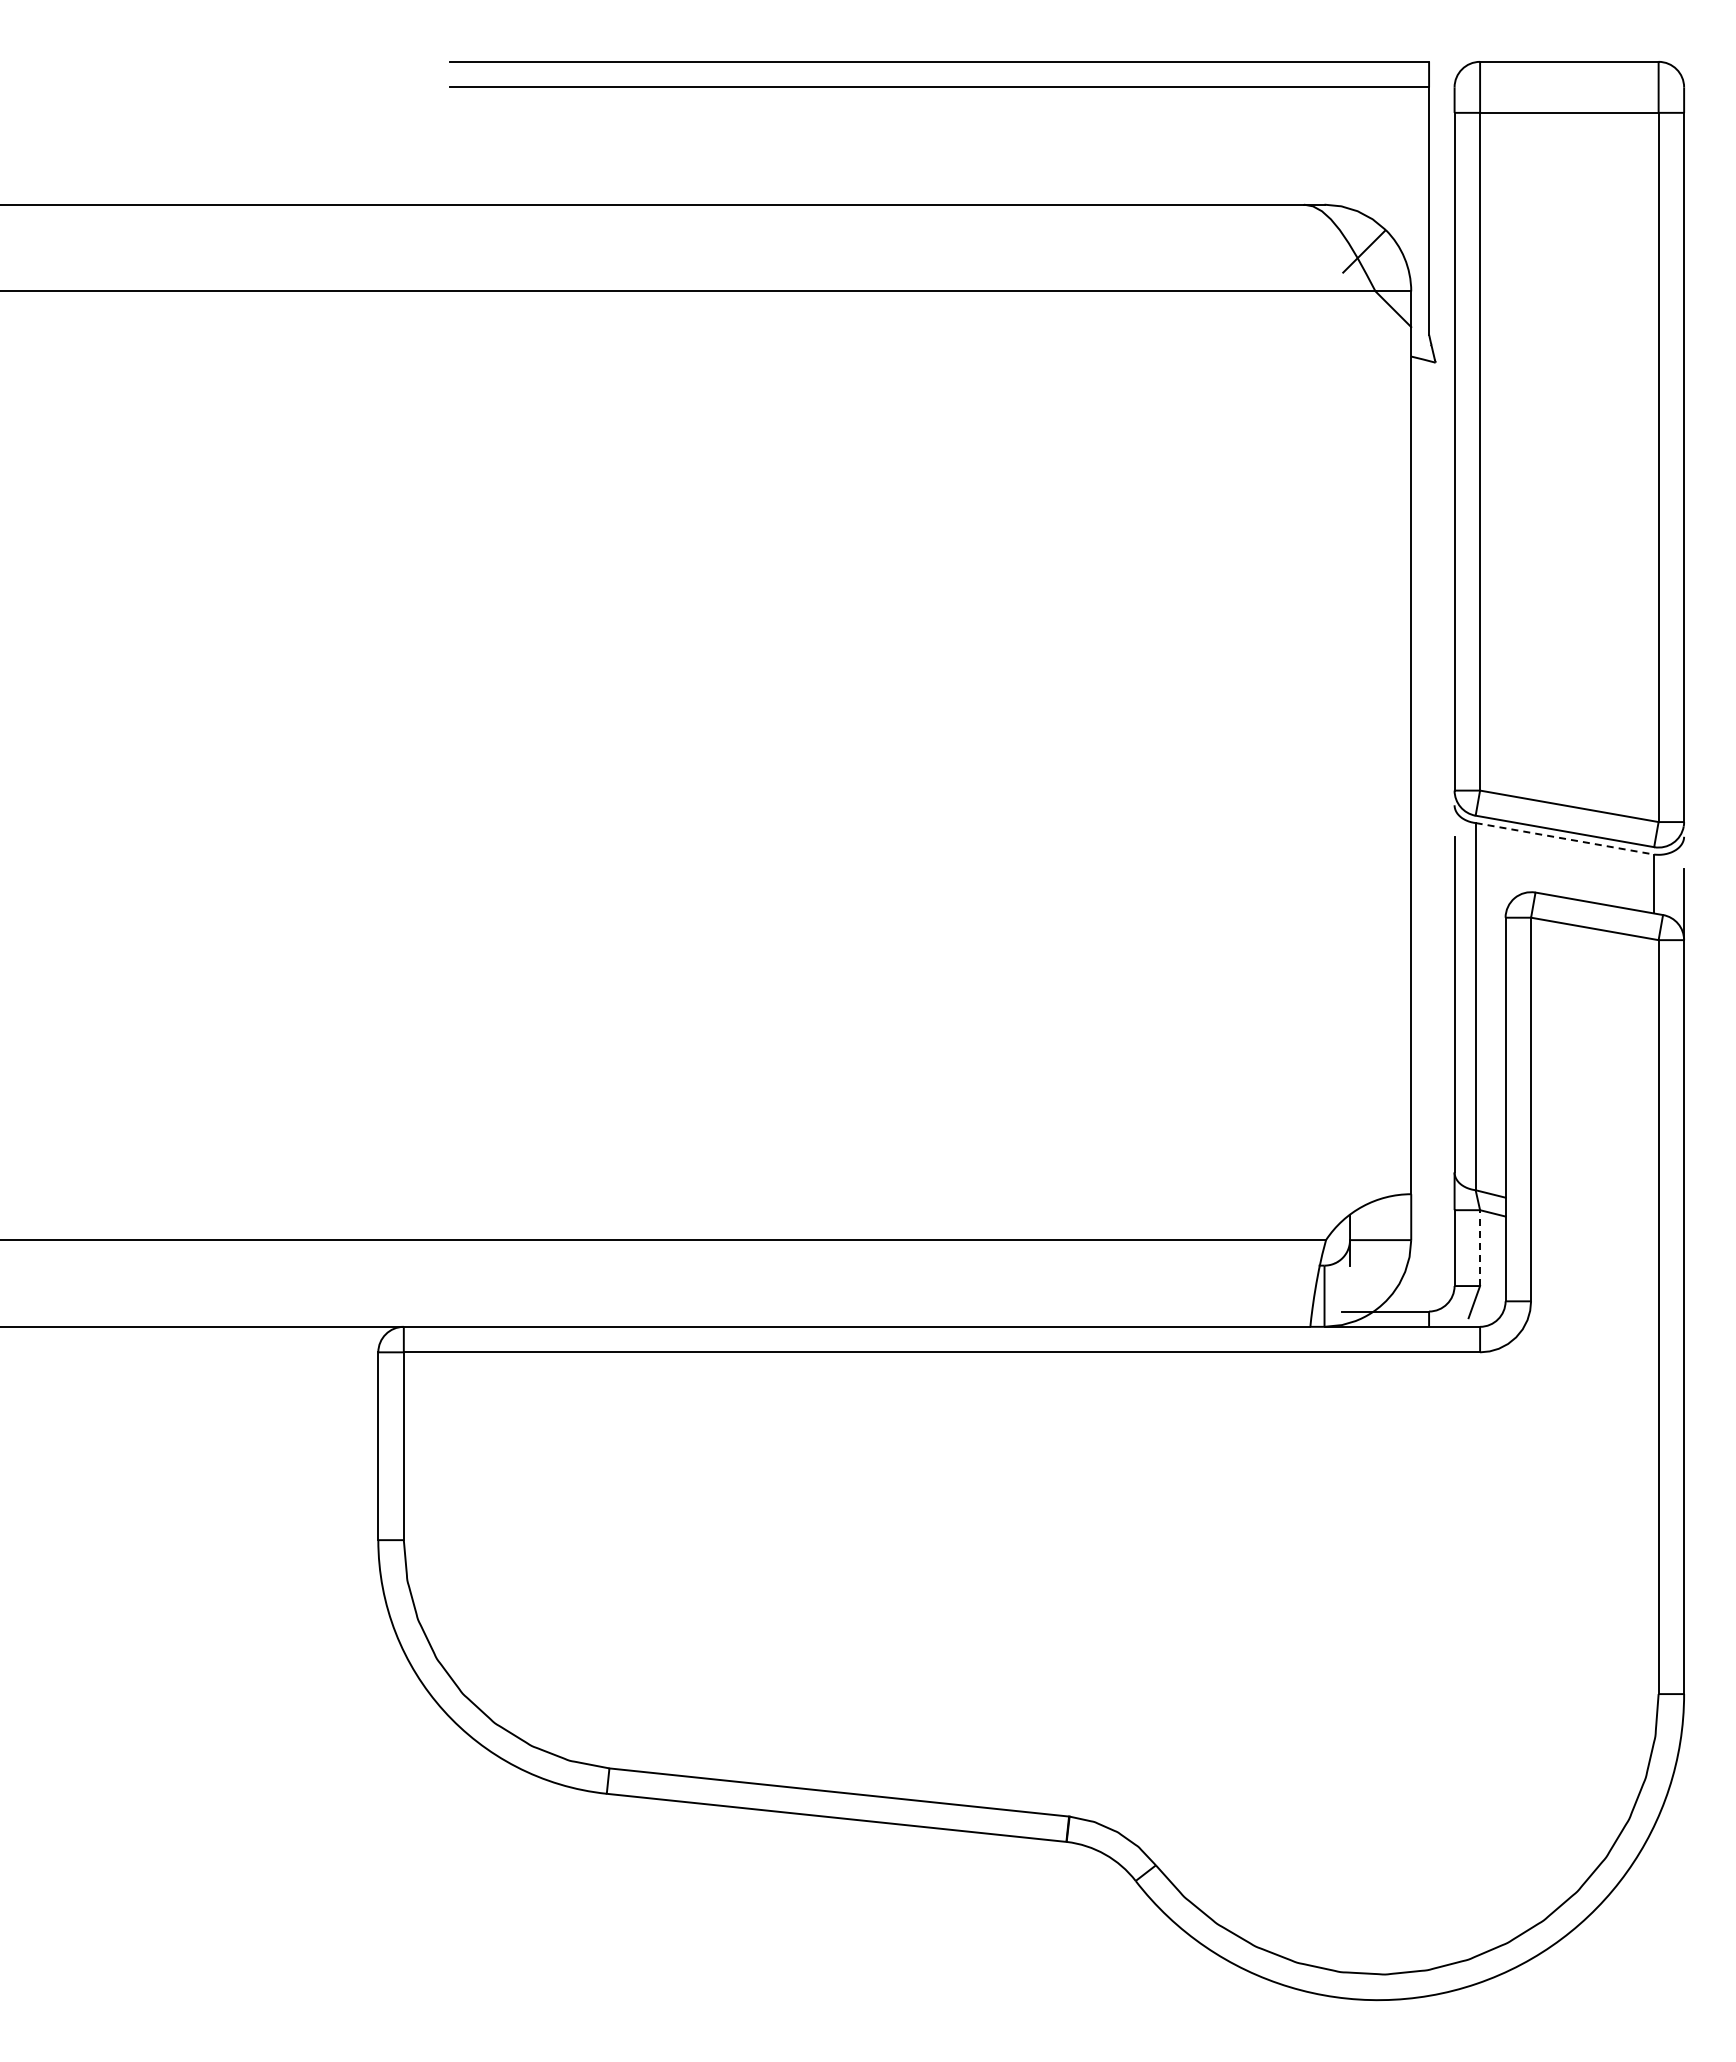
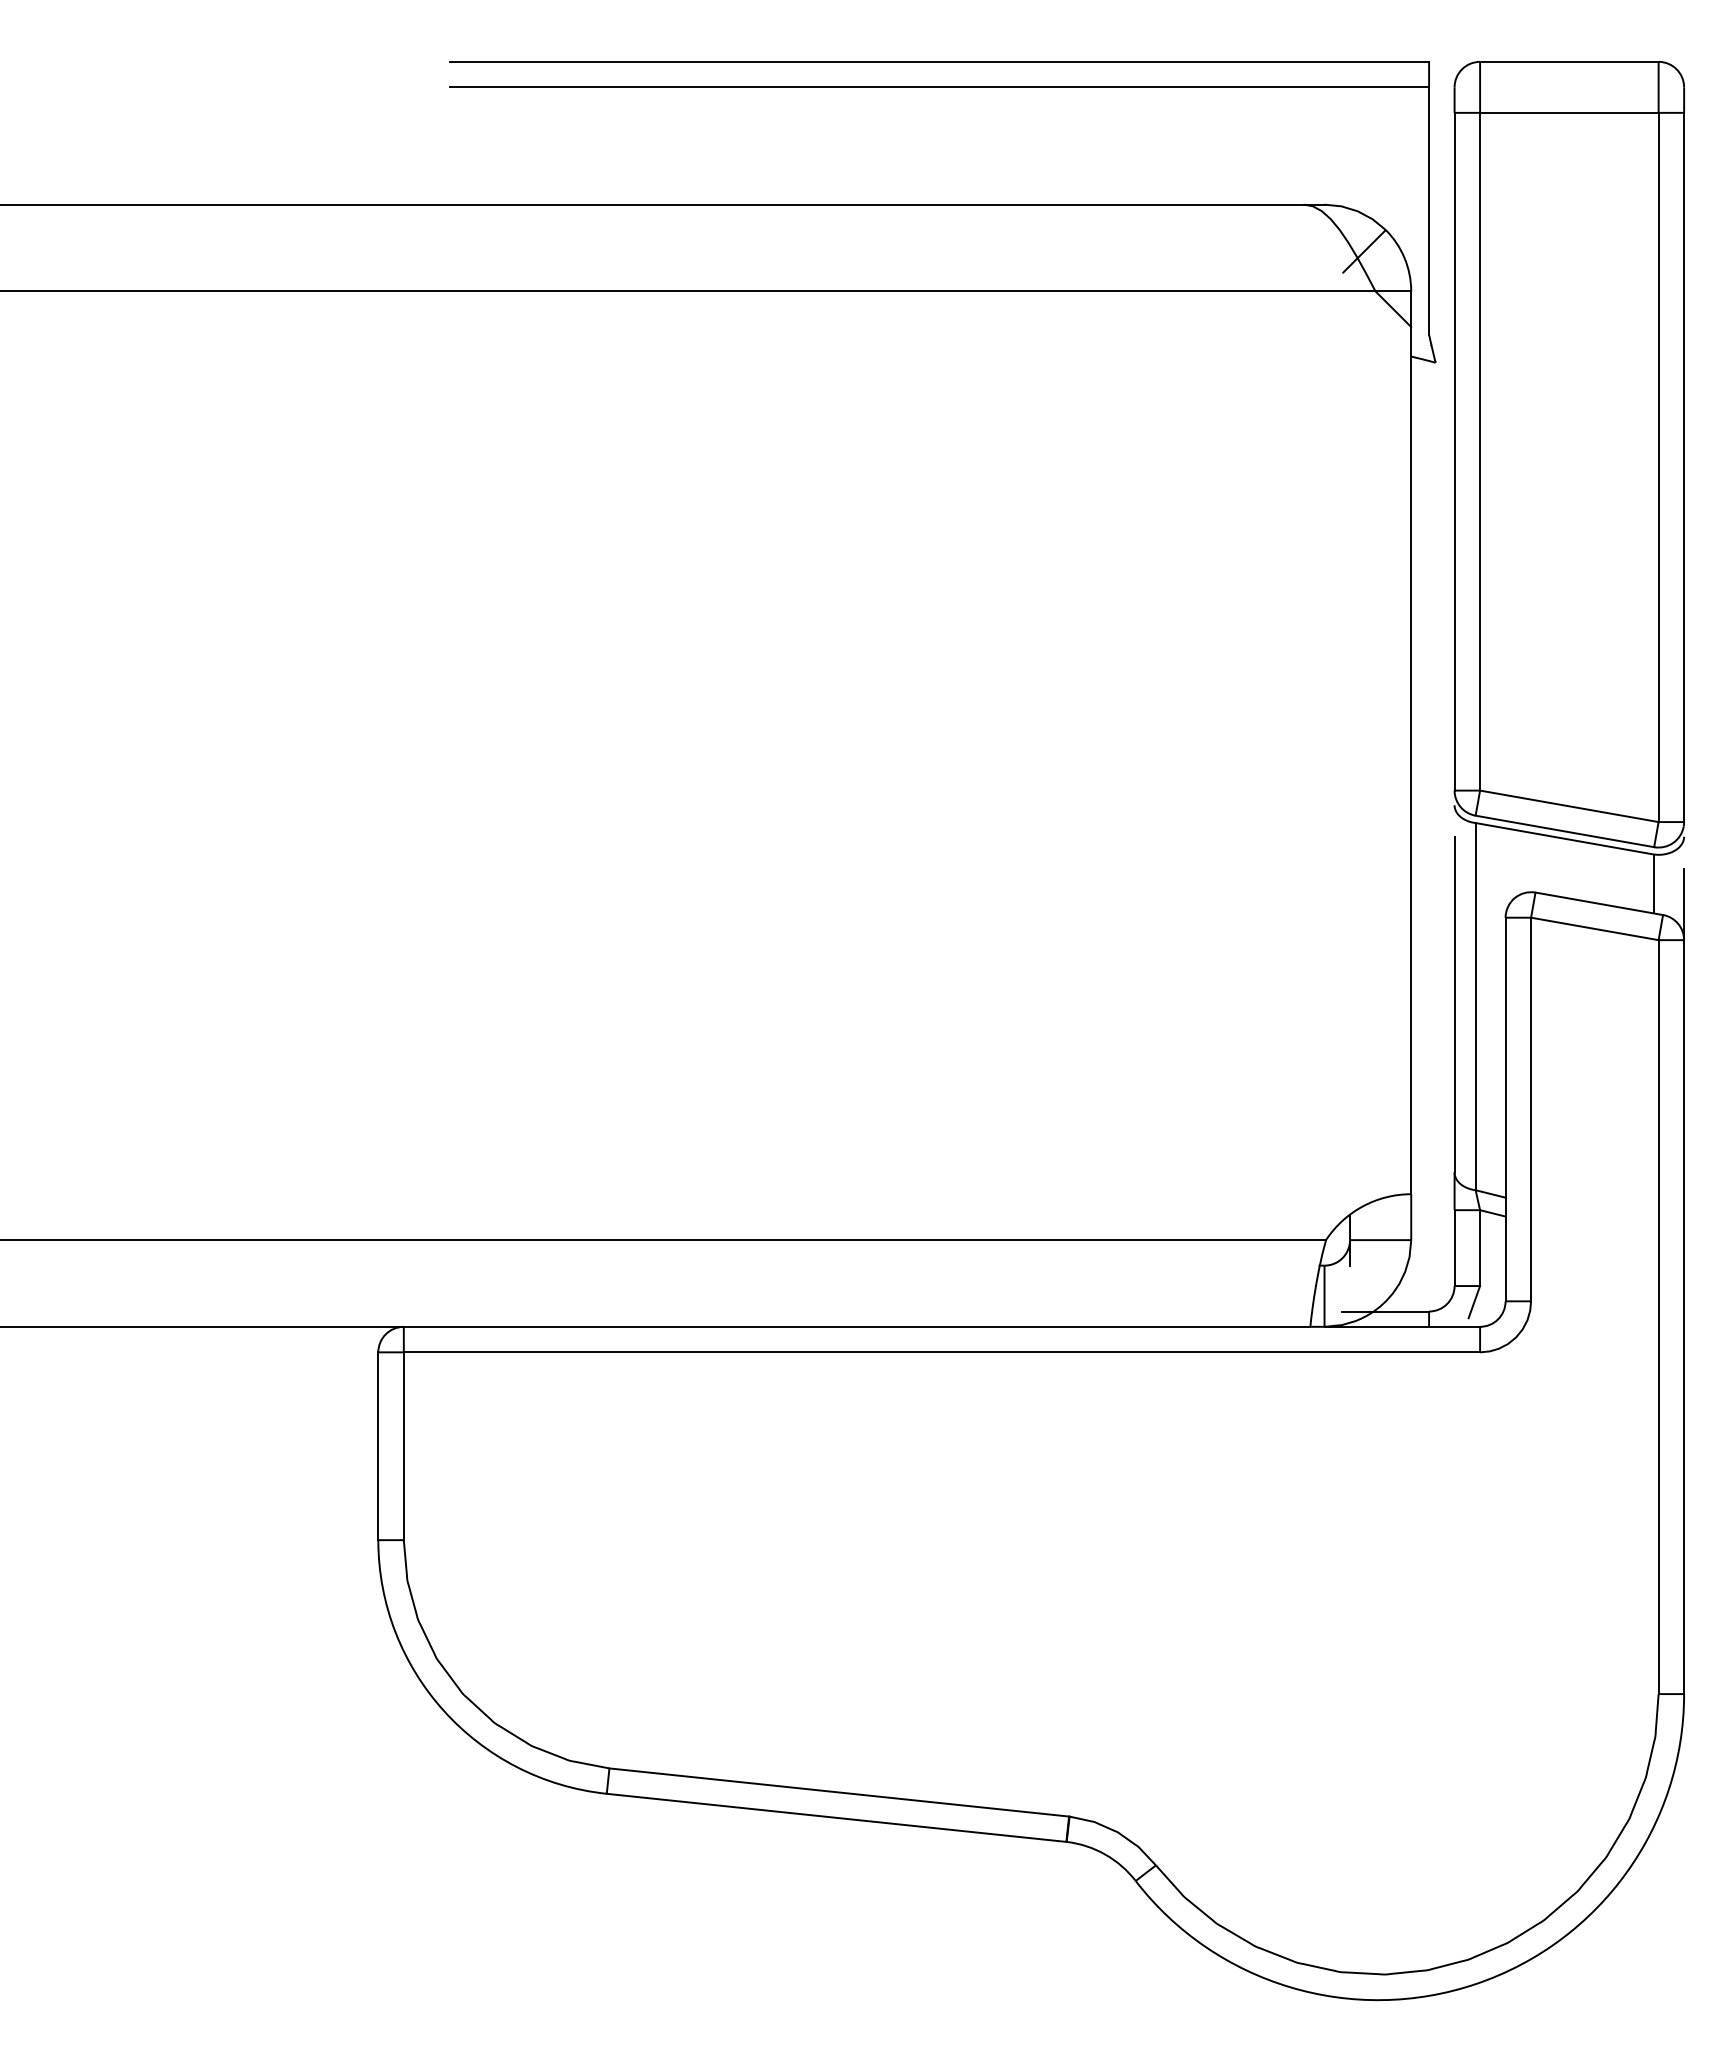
line at (1564, 838): dashed -> solid
line at (1480, 1248): dashed -> solid
